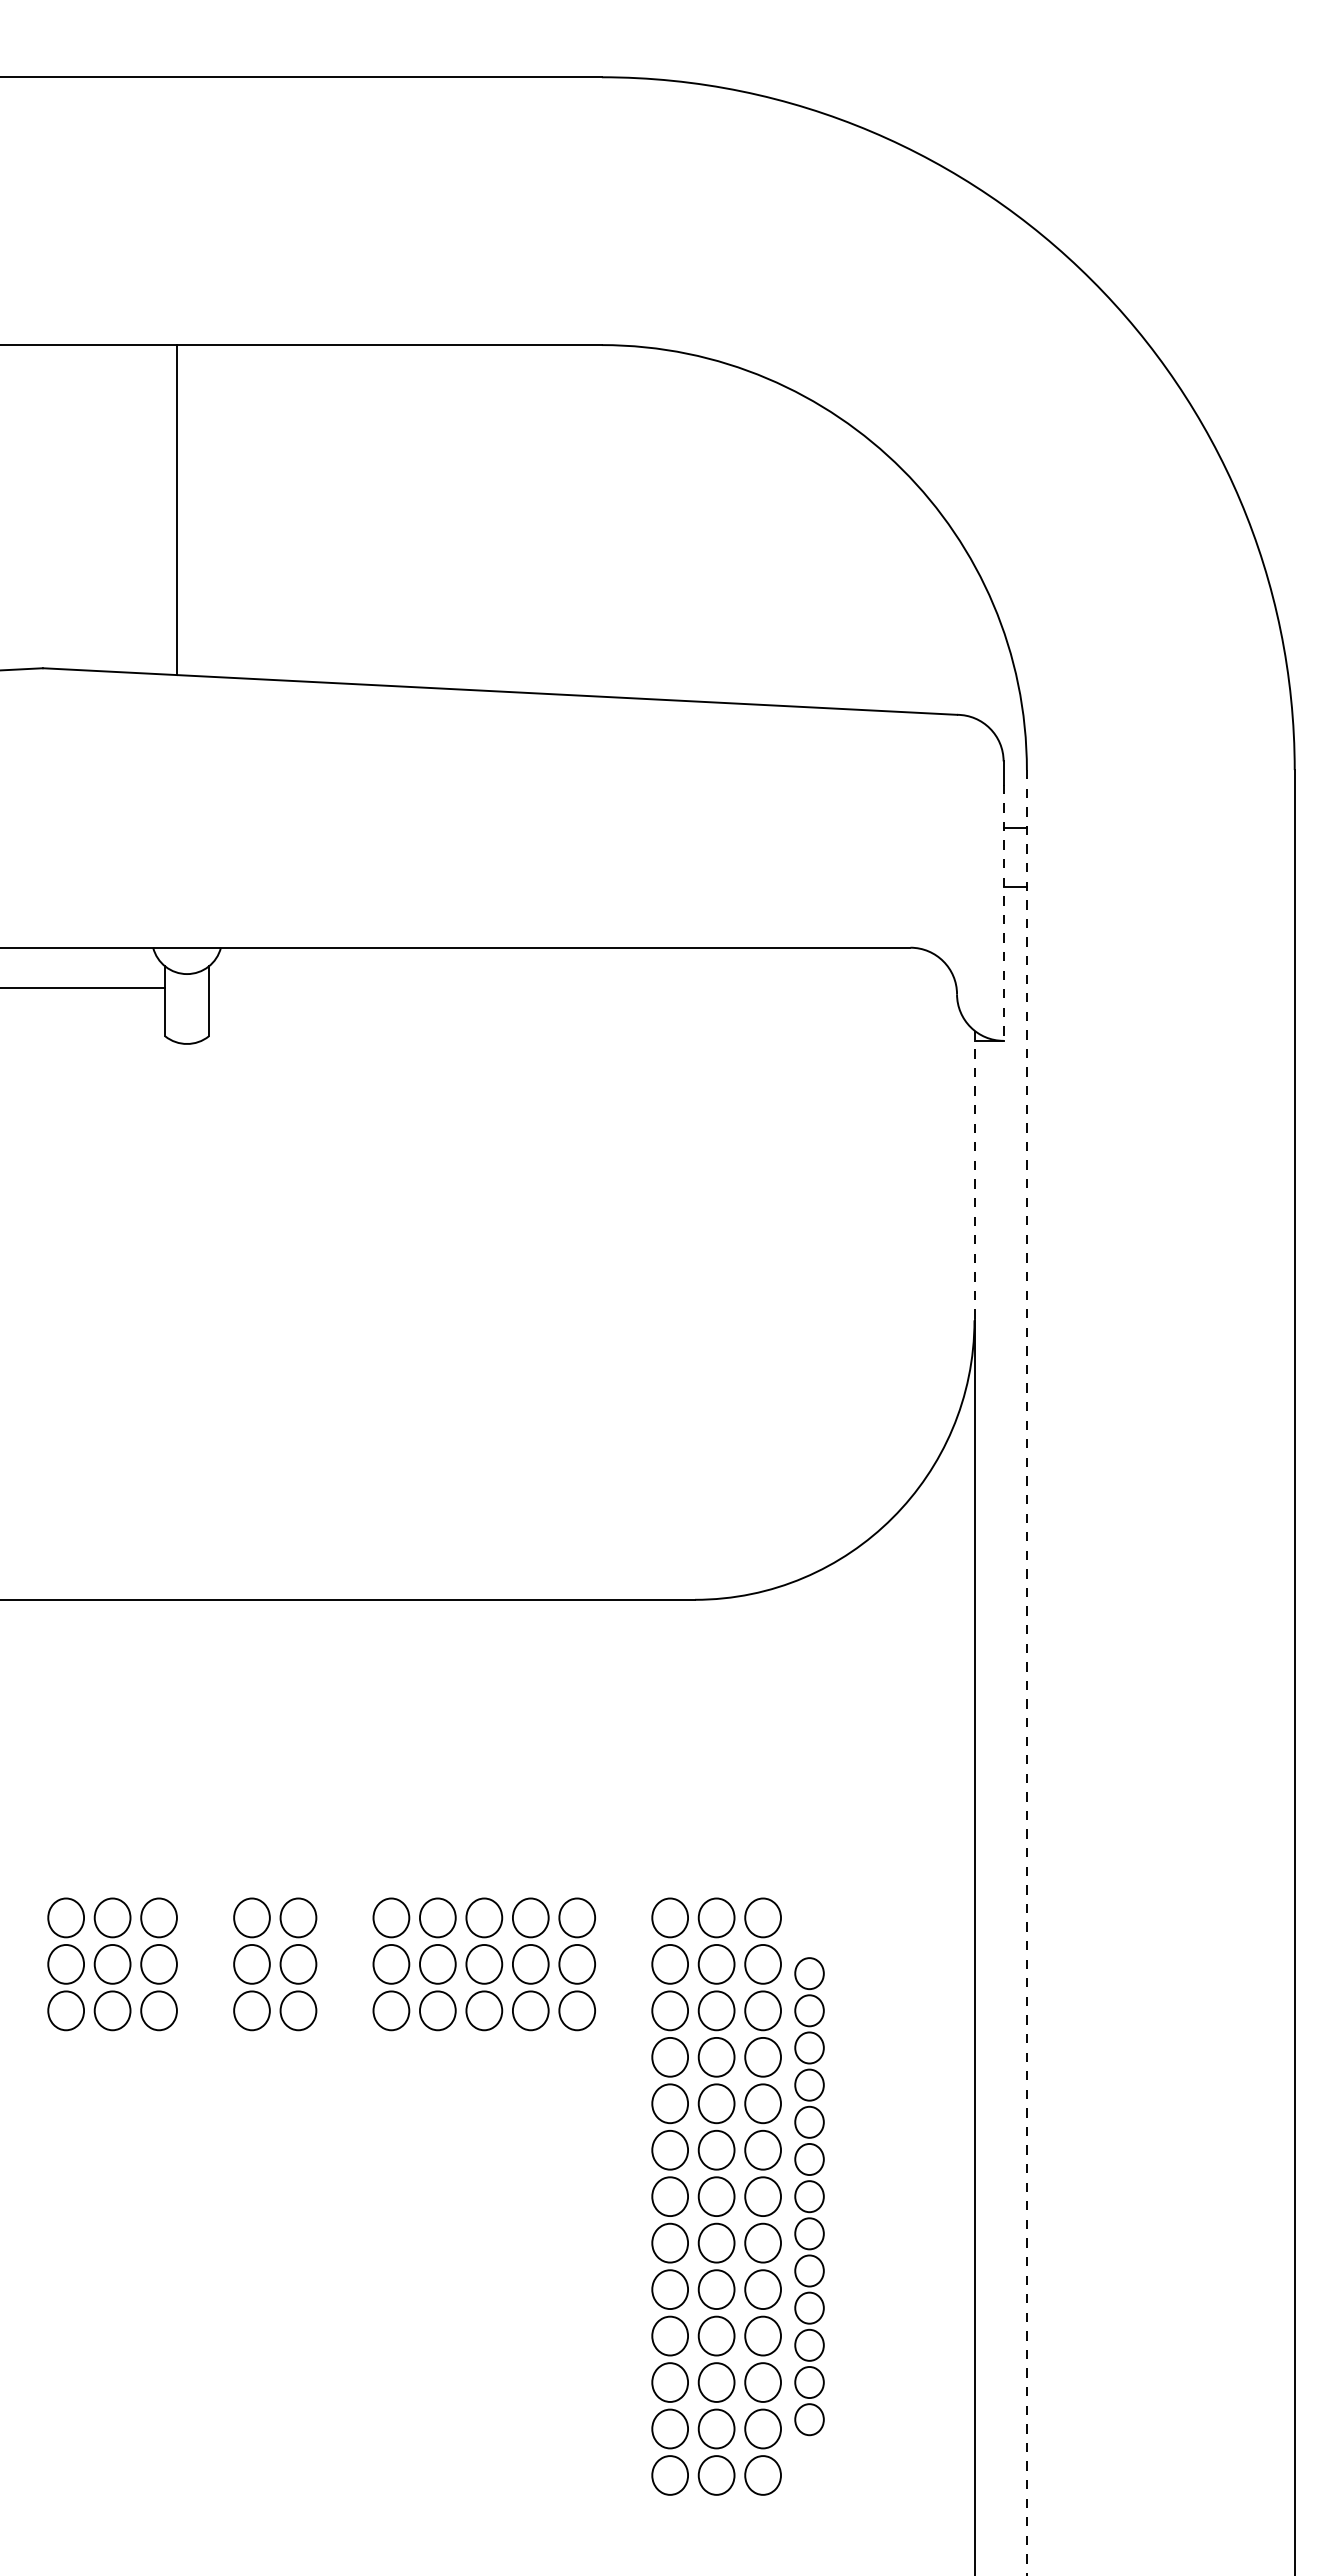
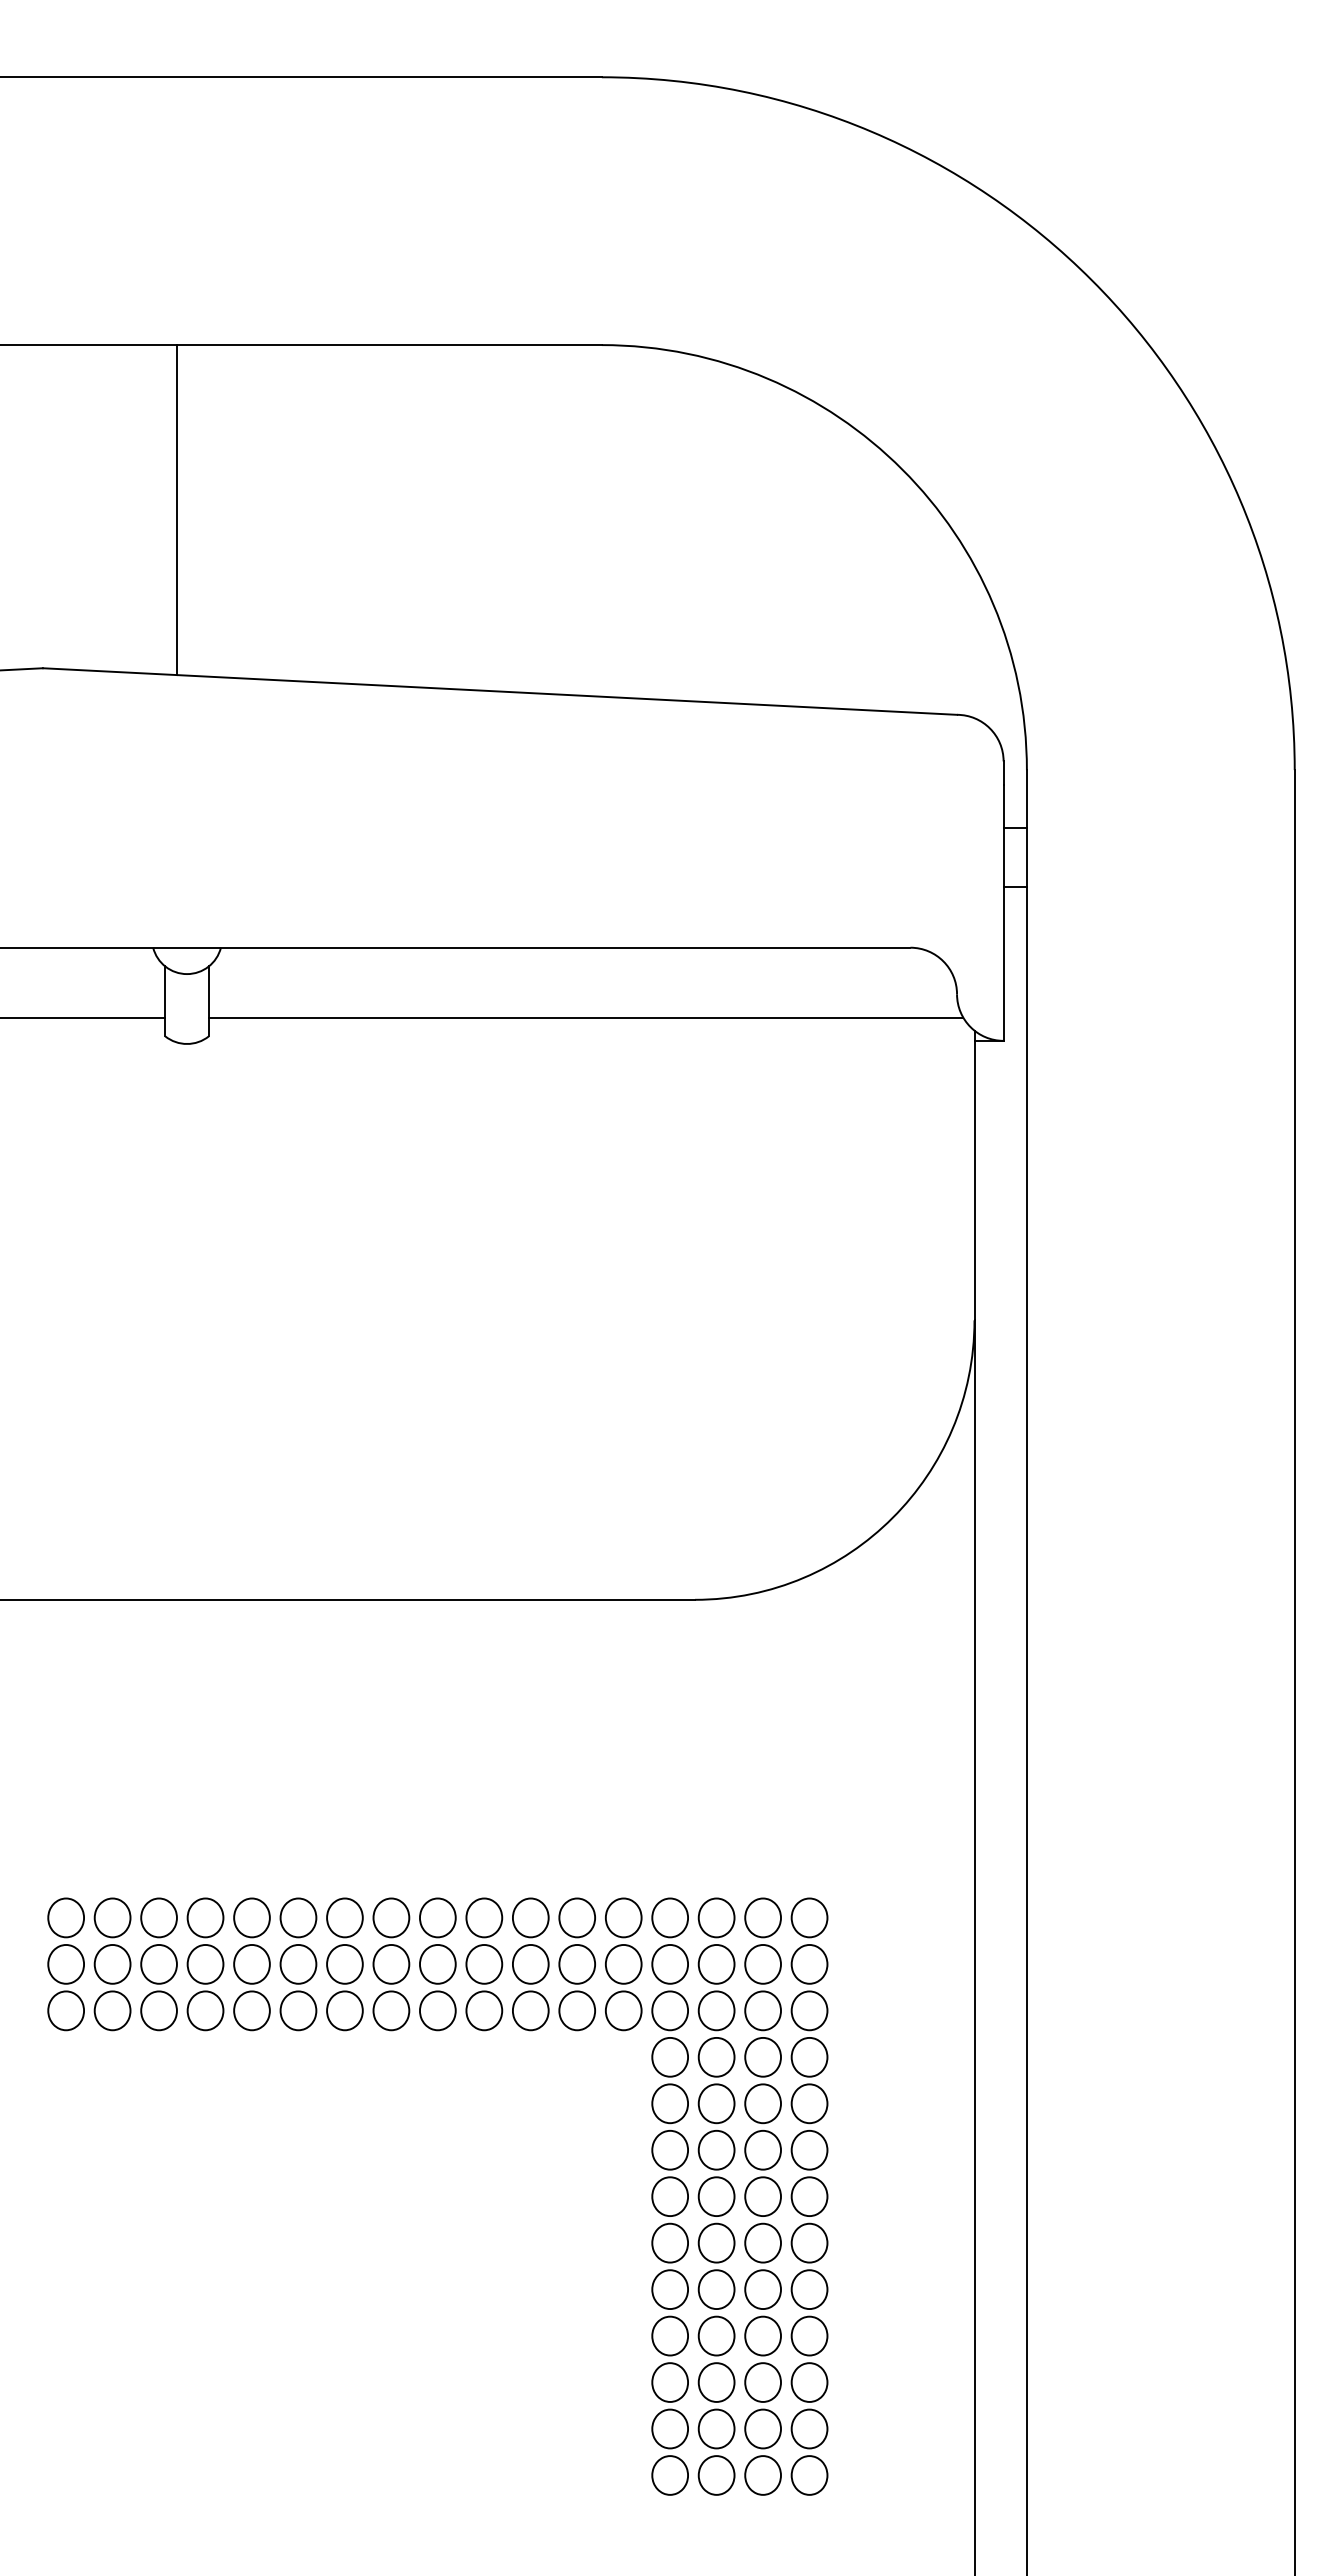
line at (1003, 913): dashed -> solid
line at (83, 987) position: (83, 987) -> (83, 1017)
line at (585, 1017): none -> present
line at (974, 1175): dashed -> solid
line at (1026, 1673): dashed -> solid
part at (205, 1964): none -> present
part at (344, 1964): none -> present
part at (623, 1964): none -> present
part at (809, 2196) size: 31x480 px -> 39x599 px
